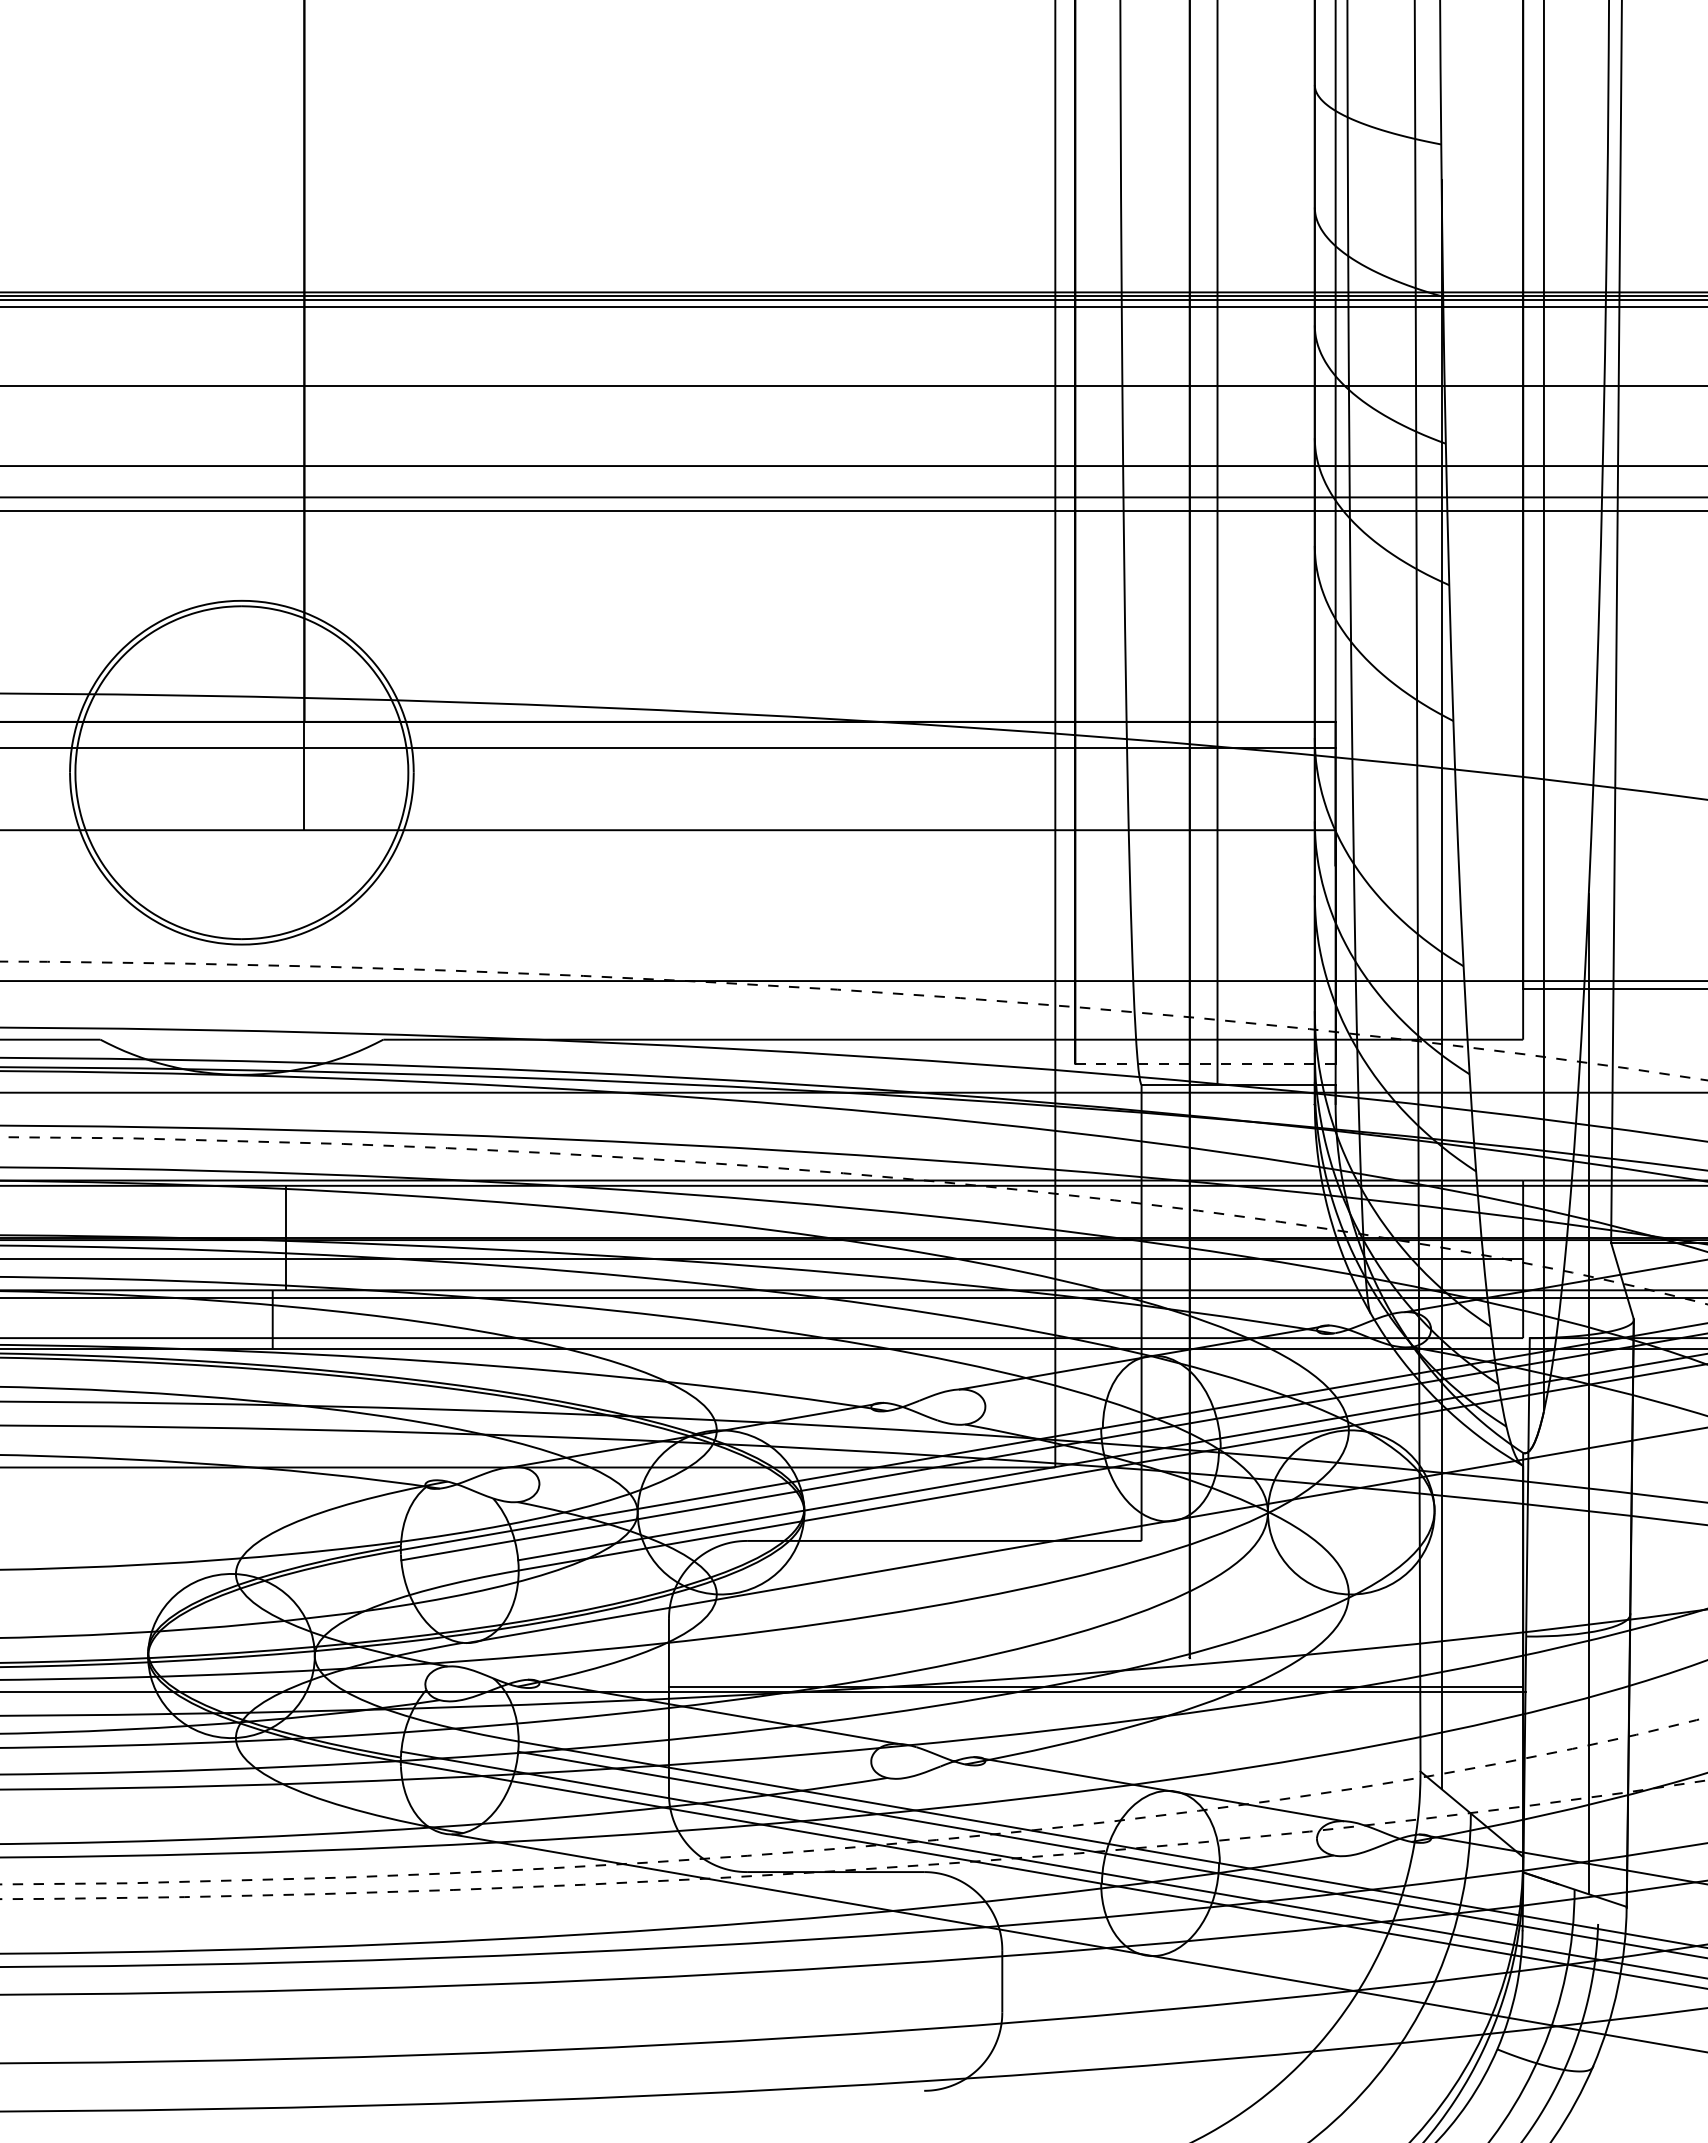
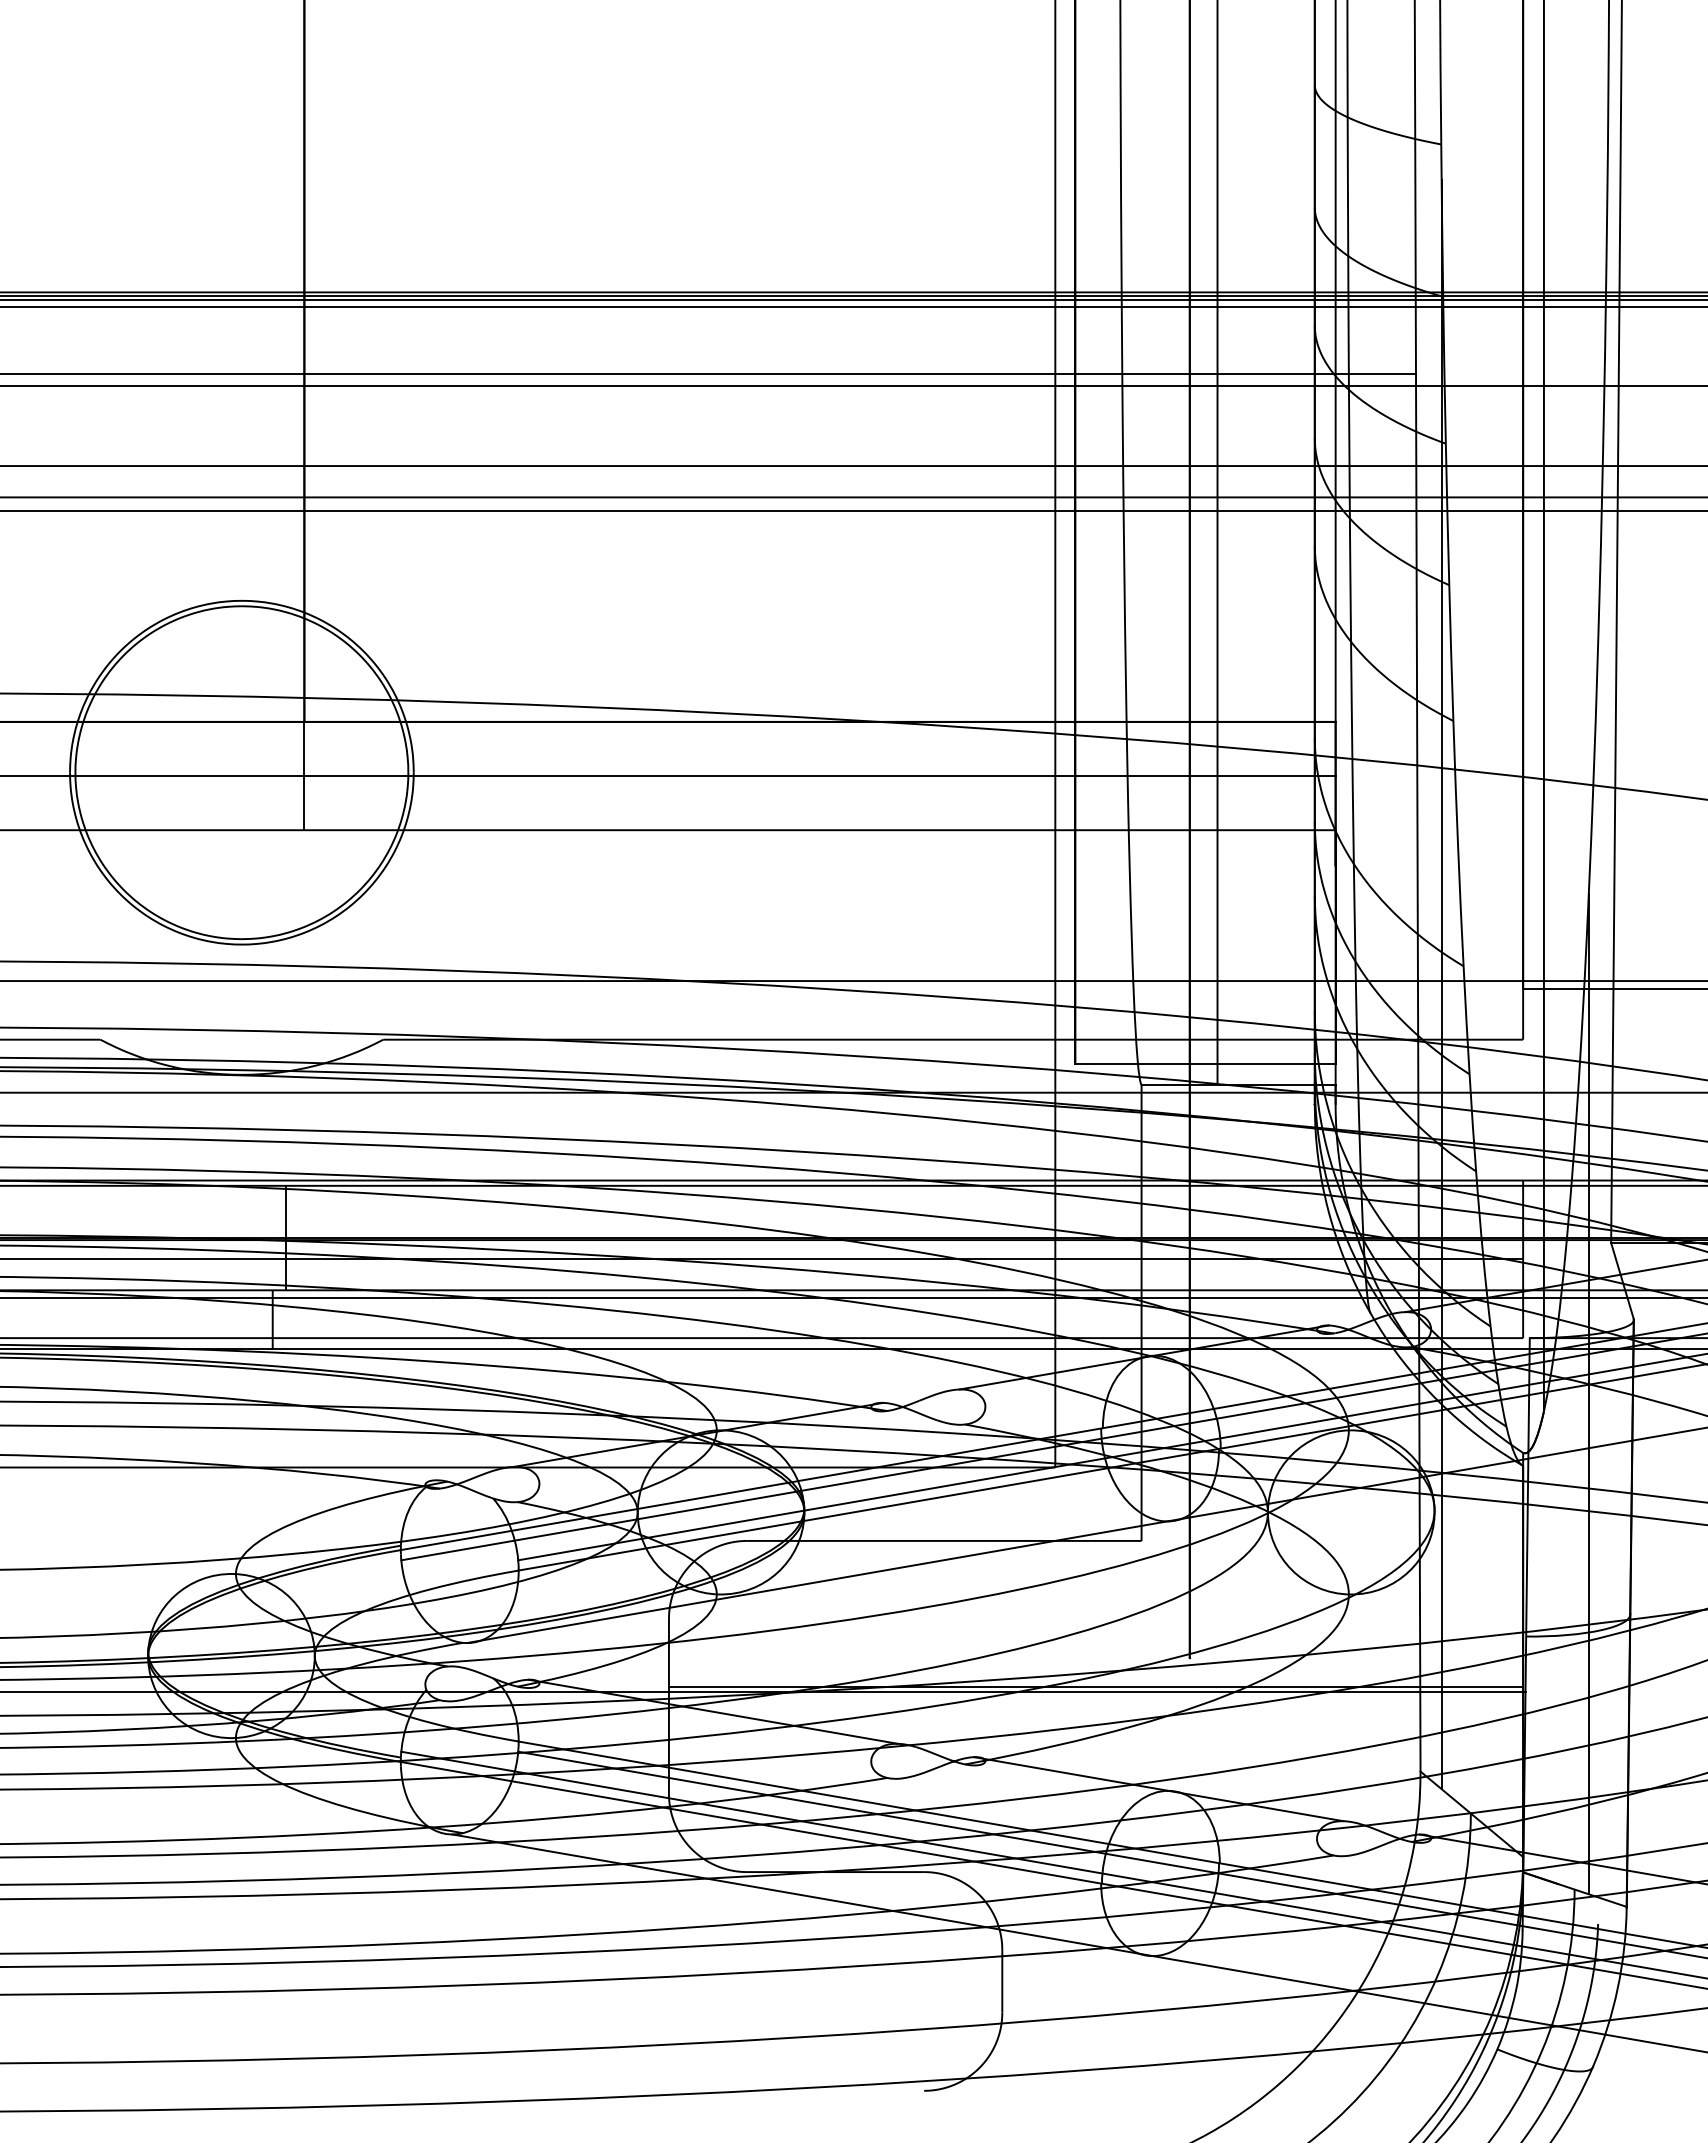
line at (708, 374): none -> present
line at (668, 748) position: (668, 748) -> (668, 776)
line at (1204, 1064): dashed -> solid
arc at (1707, 1080): dashed -> solid
arc at (1707, 1304): dashed -> solid
